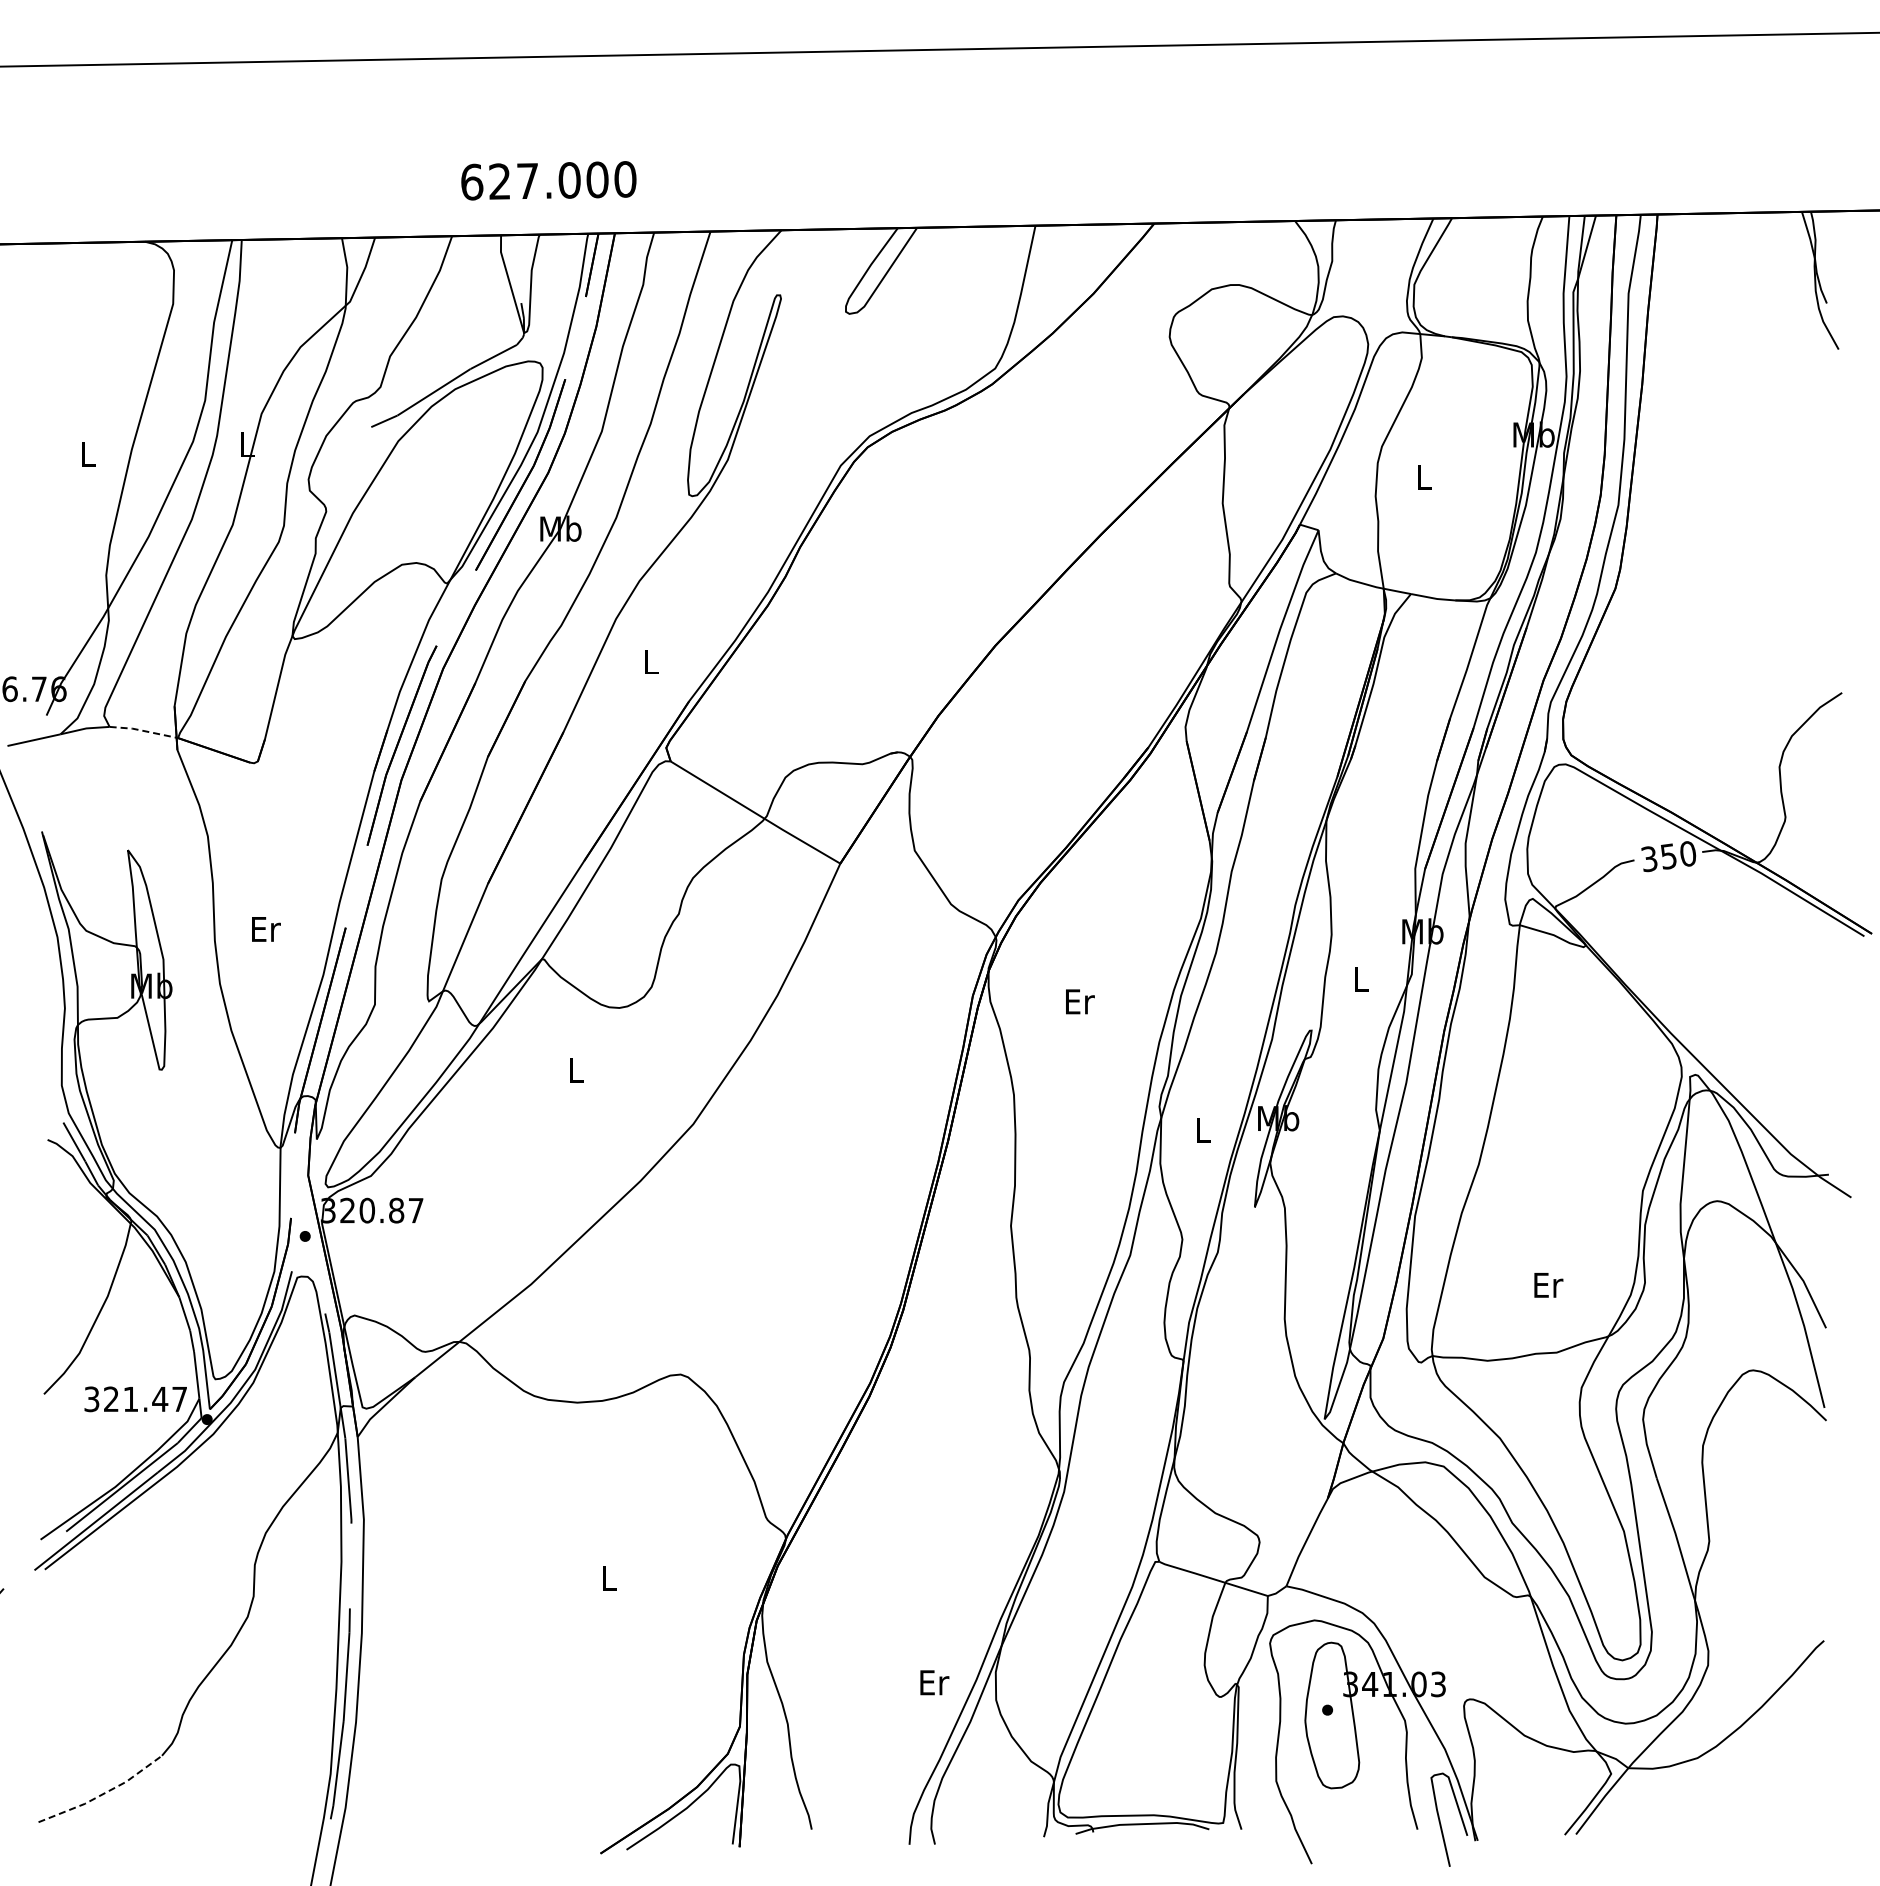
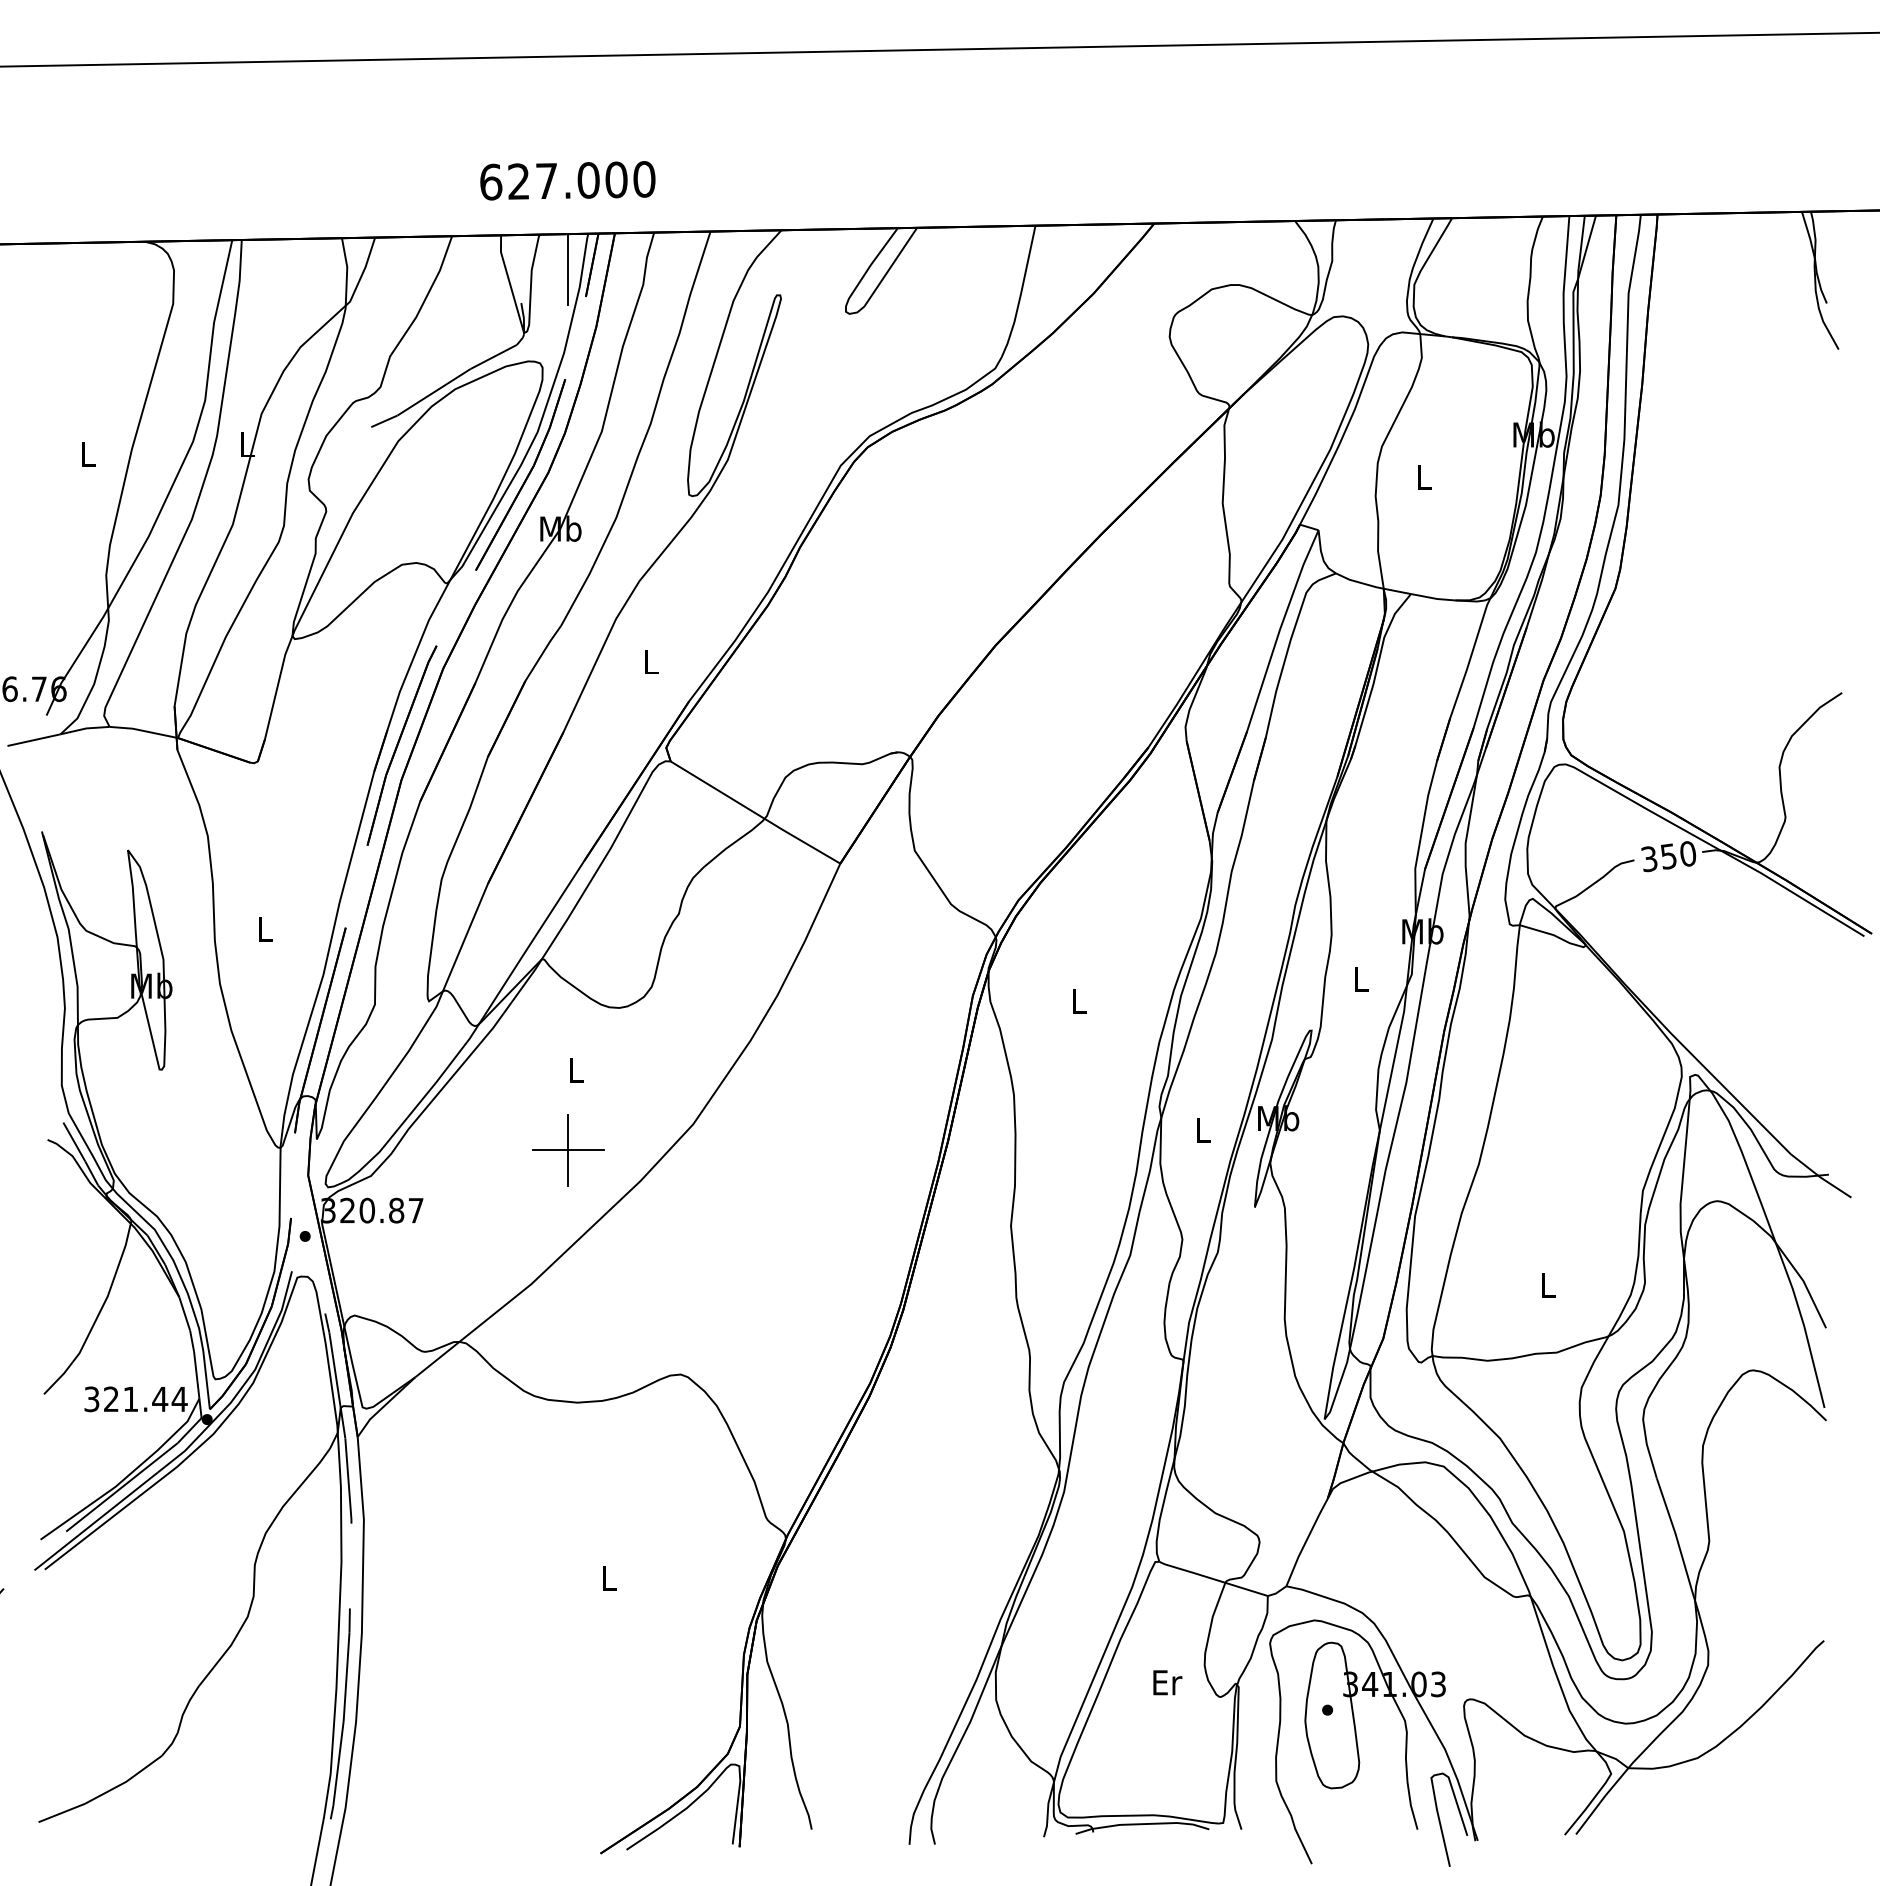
text at (548, 180) position: (548, 180) -> (567, 180)
line at (568, 269): none -> present
line at (143, 730): dashed -> solid
text at (266, 929): Er -> L
text at (1080, 1001): Er -> L
part at (568, 1150): none -> present
text at (1548, 1284): Er -> L
text at (179, 1399): 321.47 -> 321.44
text at (934, 1682) position: (934, 1682) -> (1167, 1682)
line at (103, 1794): dashed -> solid
